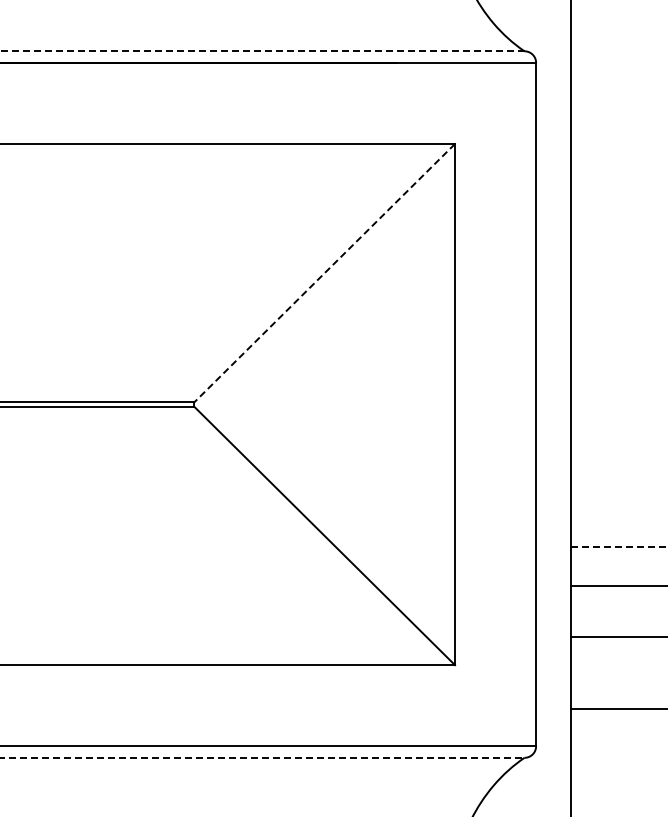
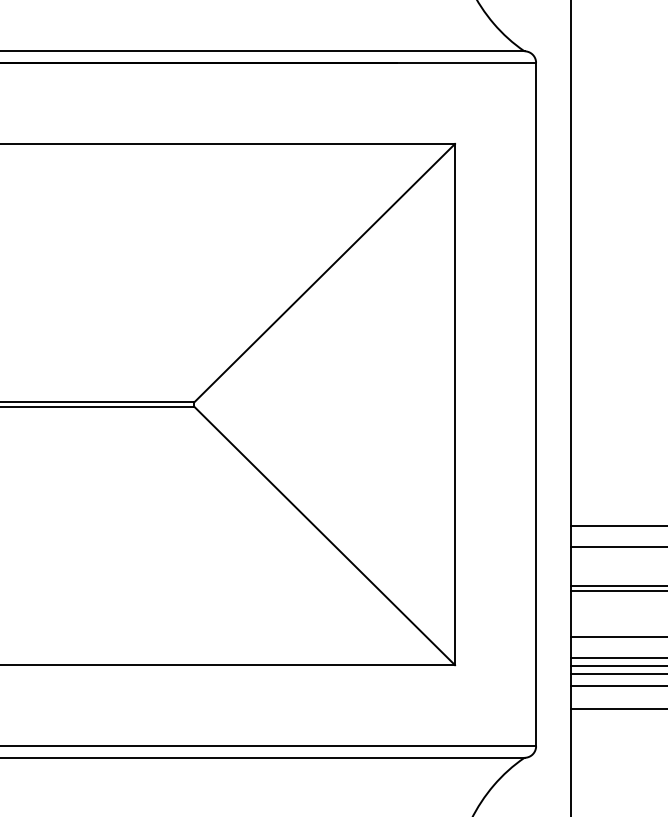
line at (262, 51): dashed -> solid
line at (324, 273): dashed -> solid
line at (617, 526): none -> present
line at (619, 546): dashed -> solid
line at (617, 590): none -> present
line at (617, 658): none -> present
line at (617, 665): none -> present
line at (617, 674): none -> present
line at (617, 685): none -> present
line at (262, 757): dashed -> solid
